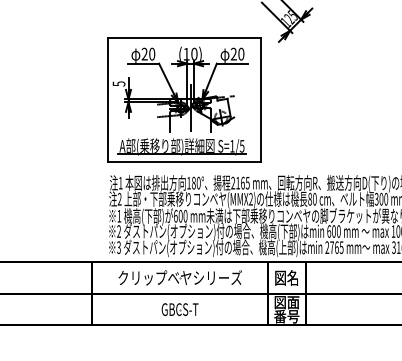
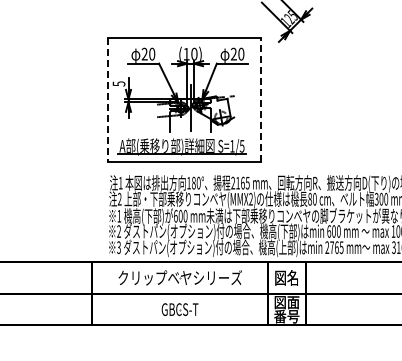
line at (108, 100): solid -> dashed
line at (261, 100): solid -> dashed
